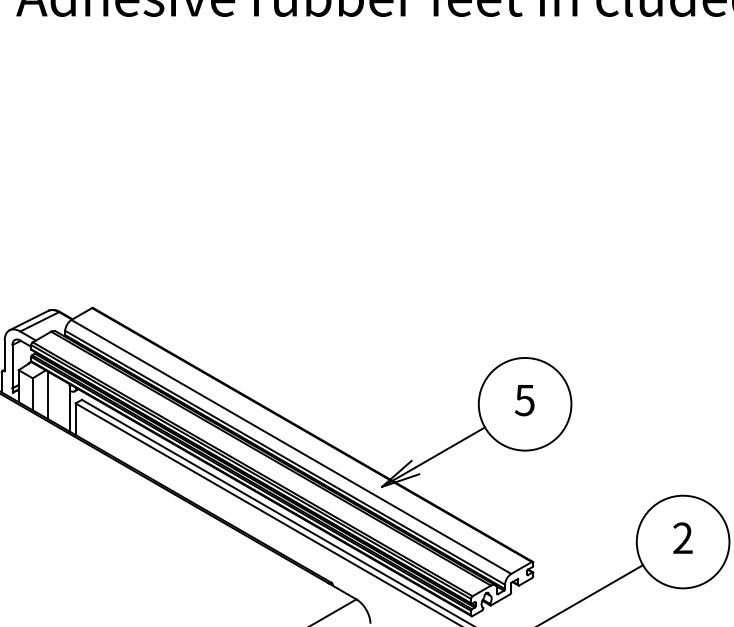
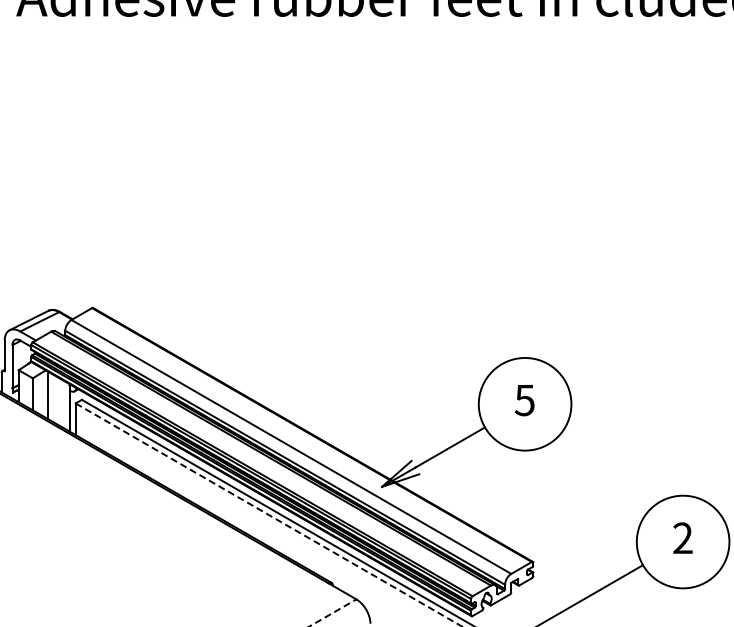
line at (269, 515): solid -> dashed
line at (333, 612): solid -> dashed
